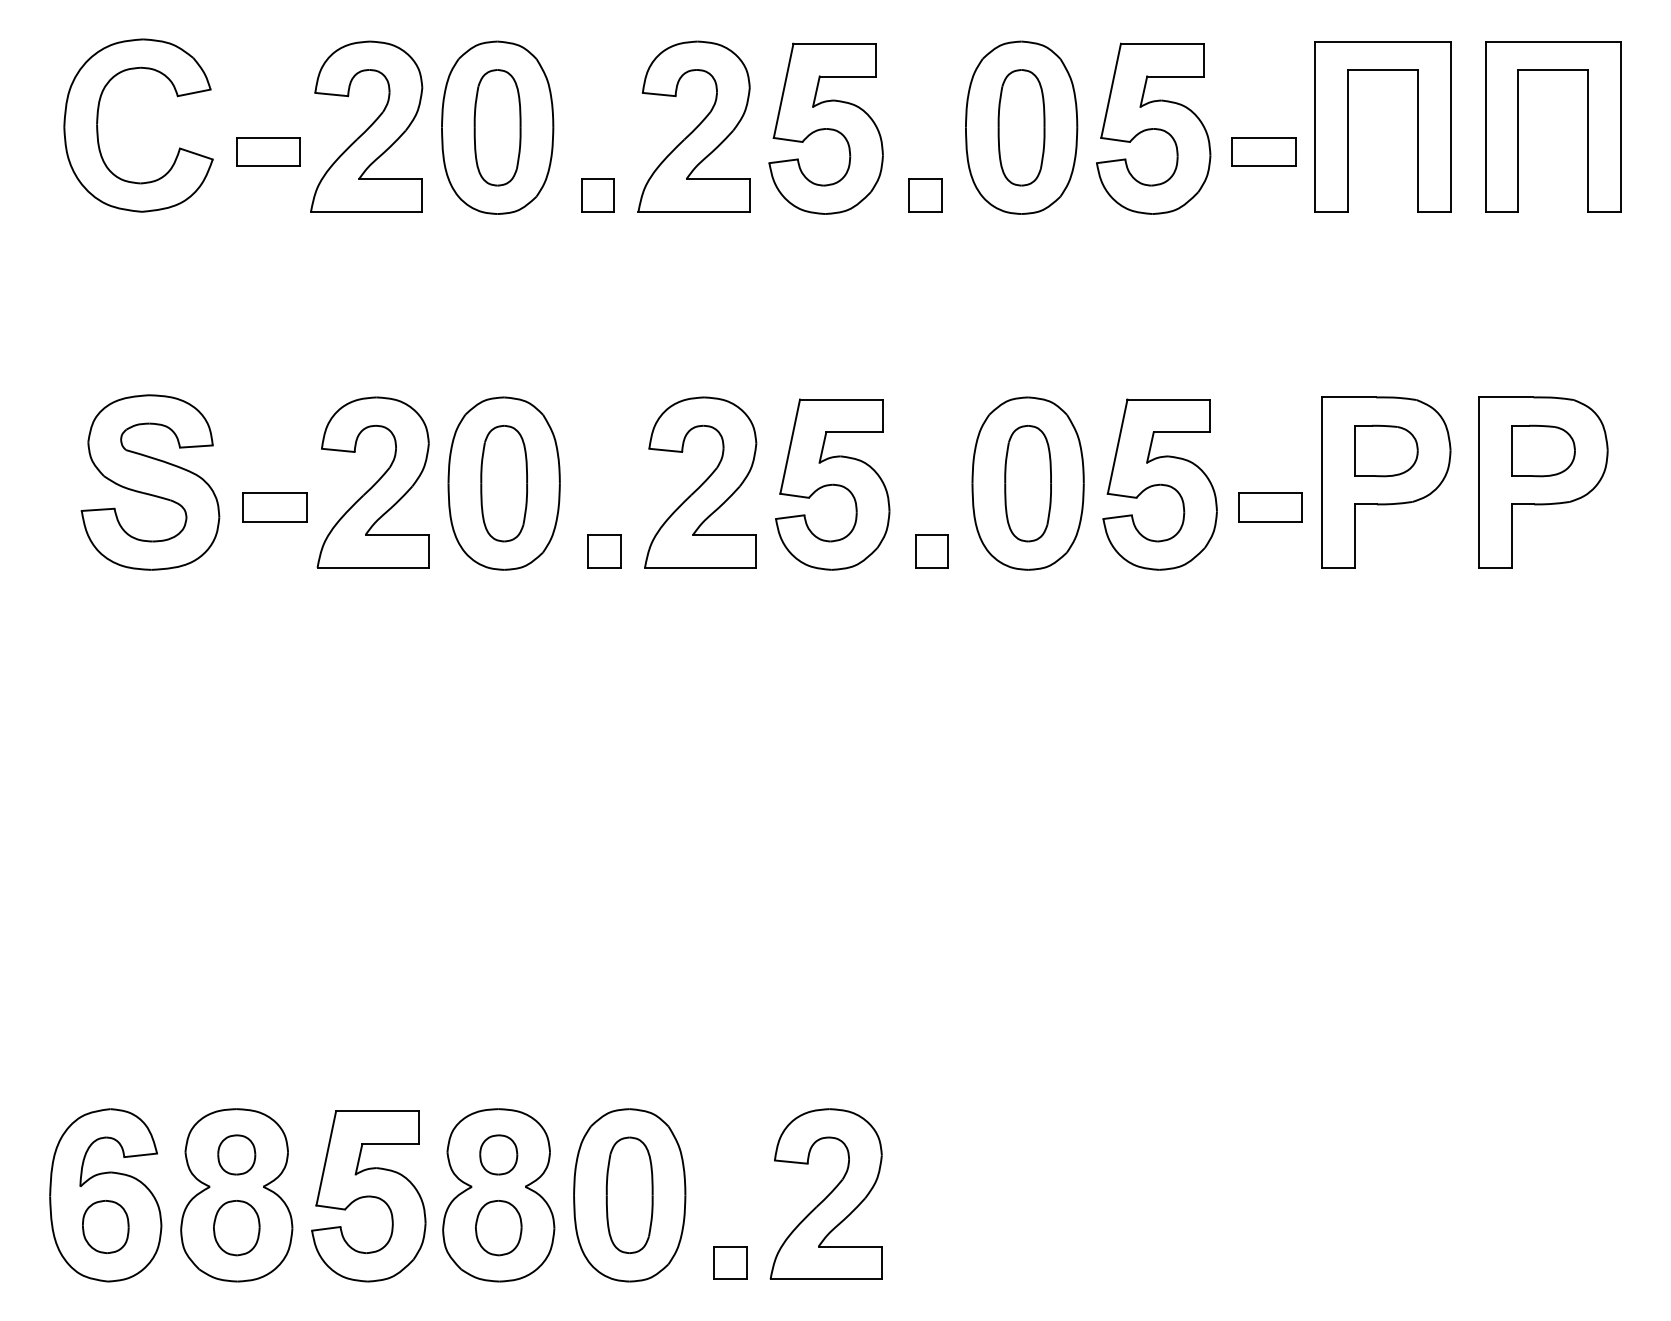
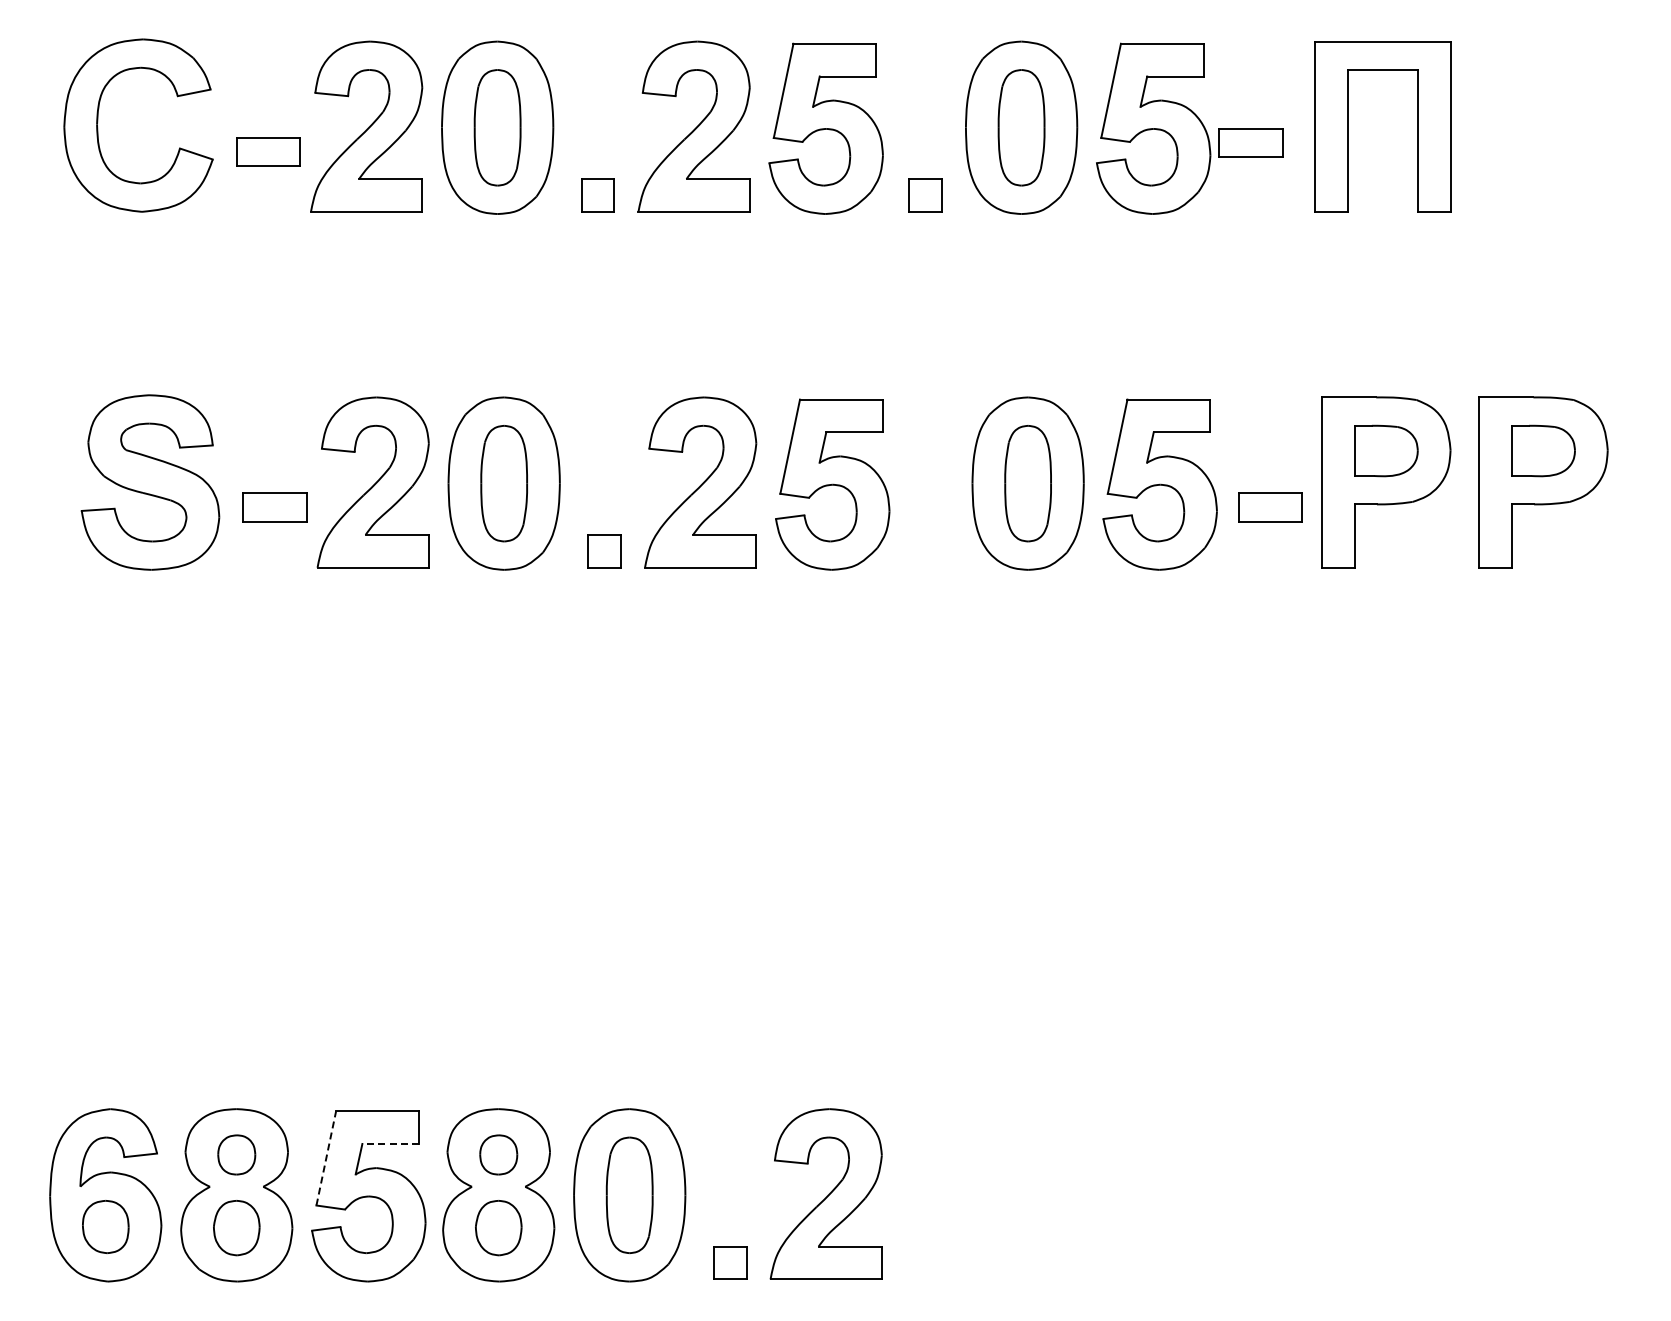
part at (1587, 126): present -> none
part at (1263, 151) position: (1263, 151) -> (1250, 142)
part at (931, 551): present -> none
line at (390, 1144): solid -> dashed
line at (326, 1157): solid -> dashed
